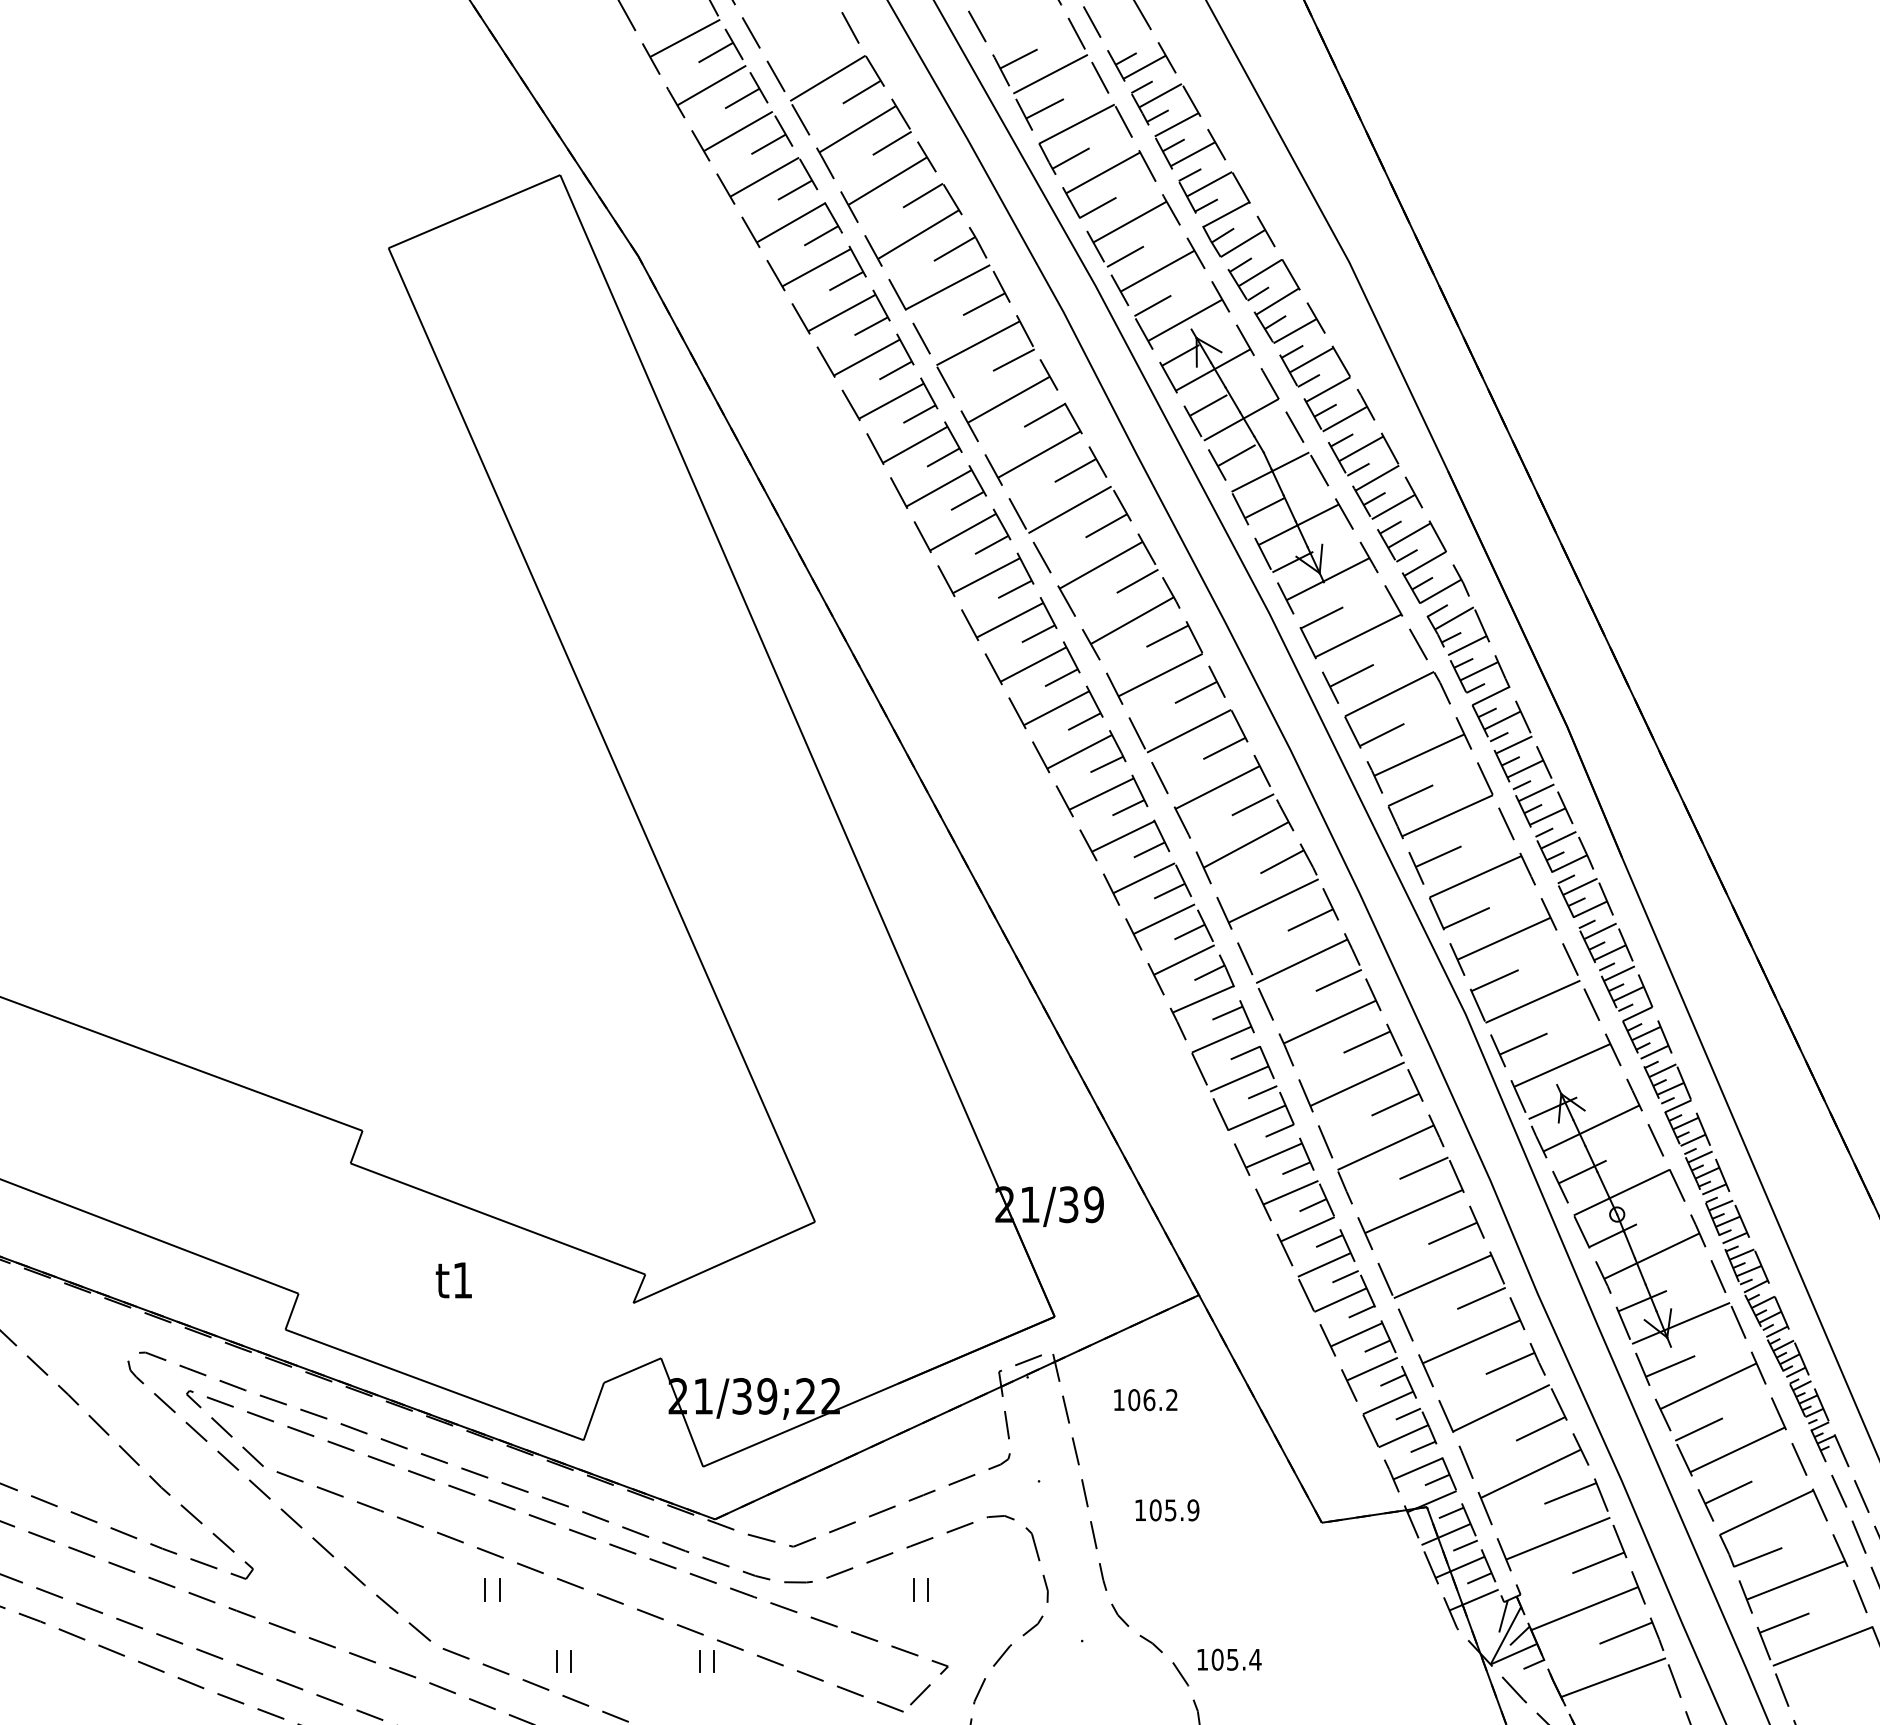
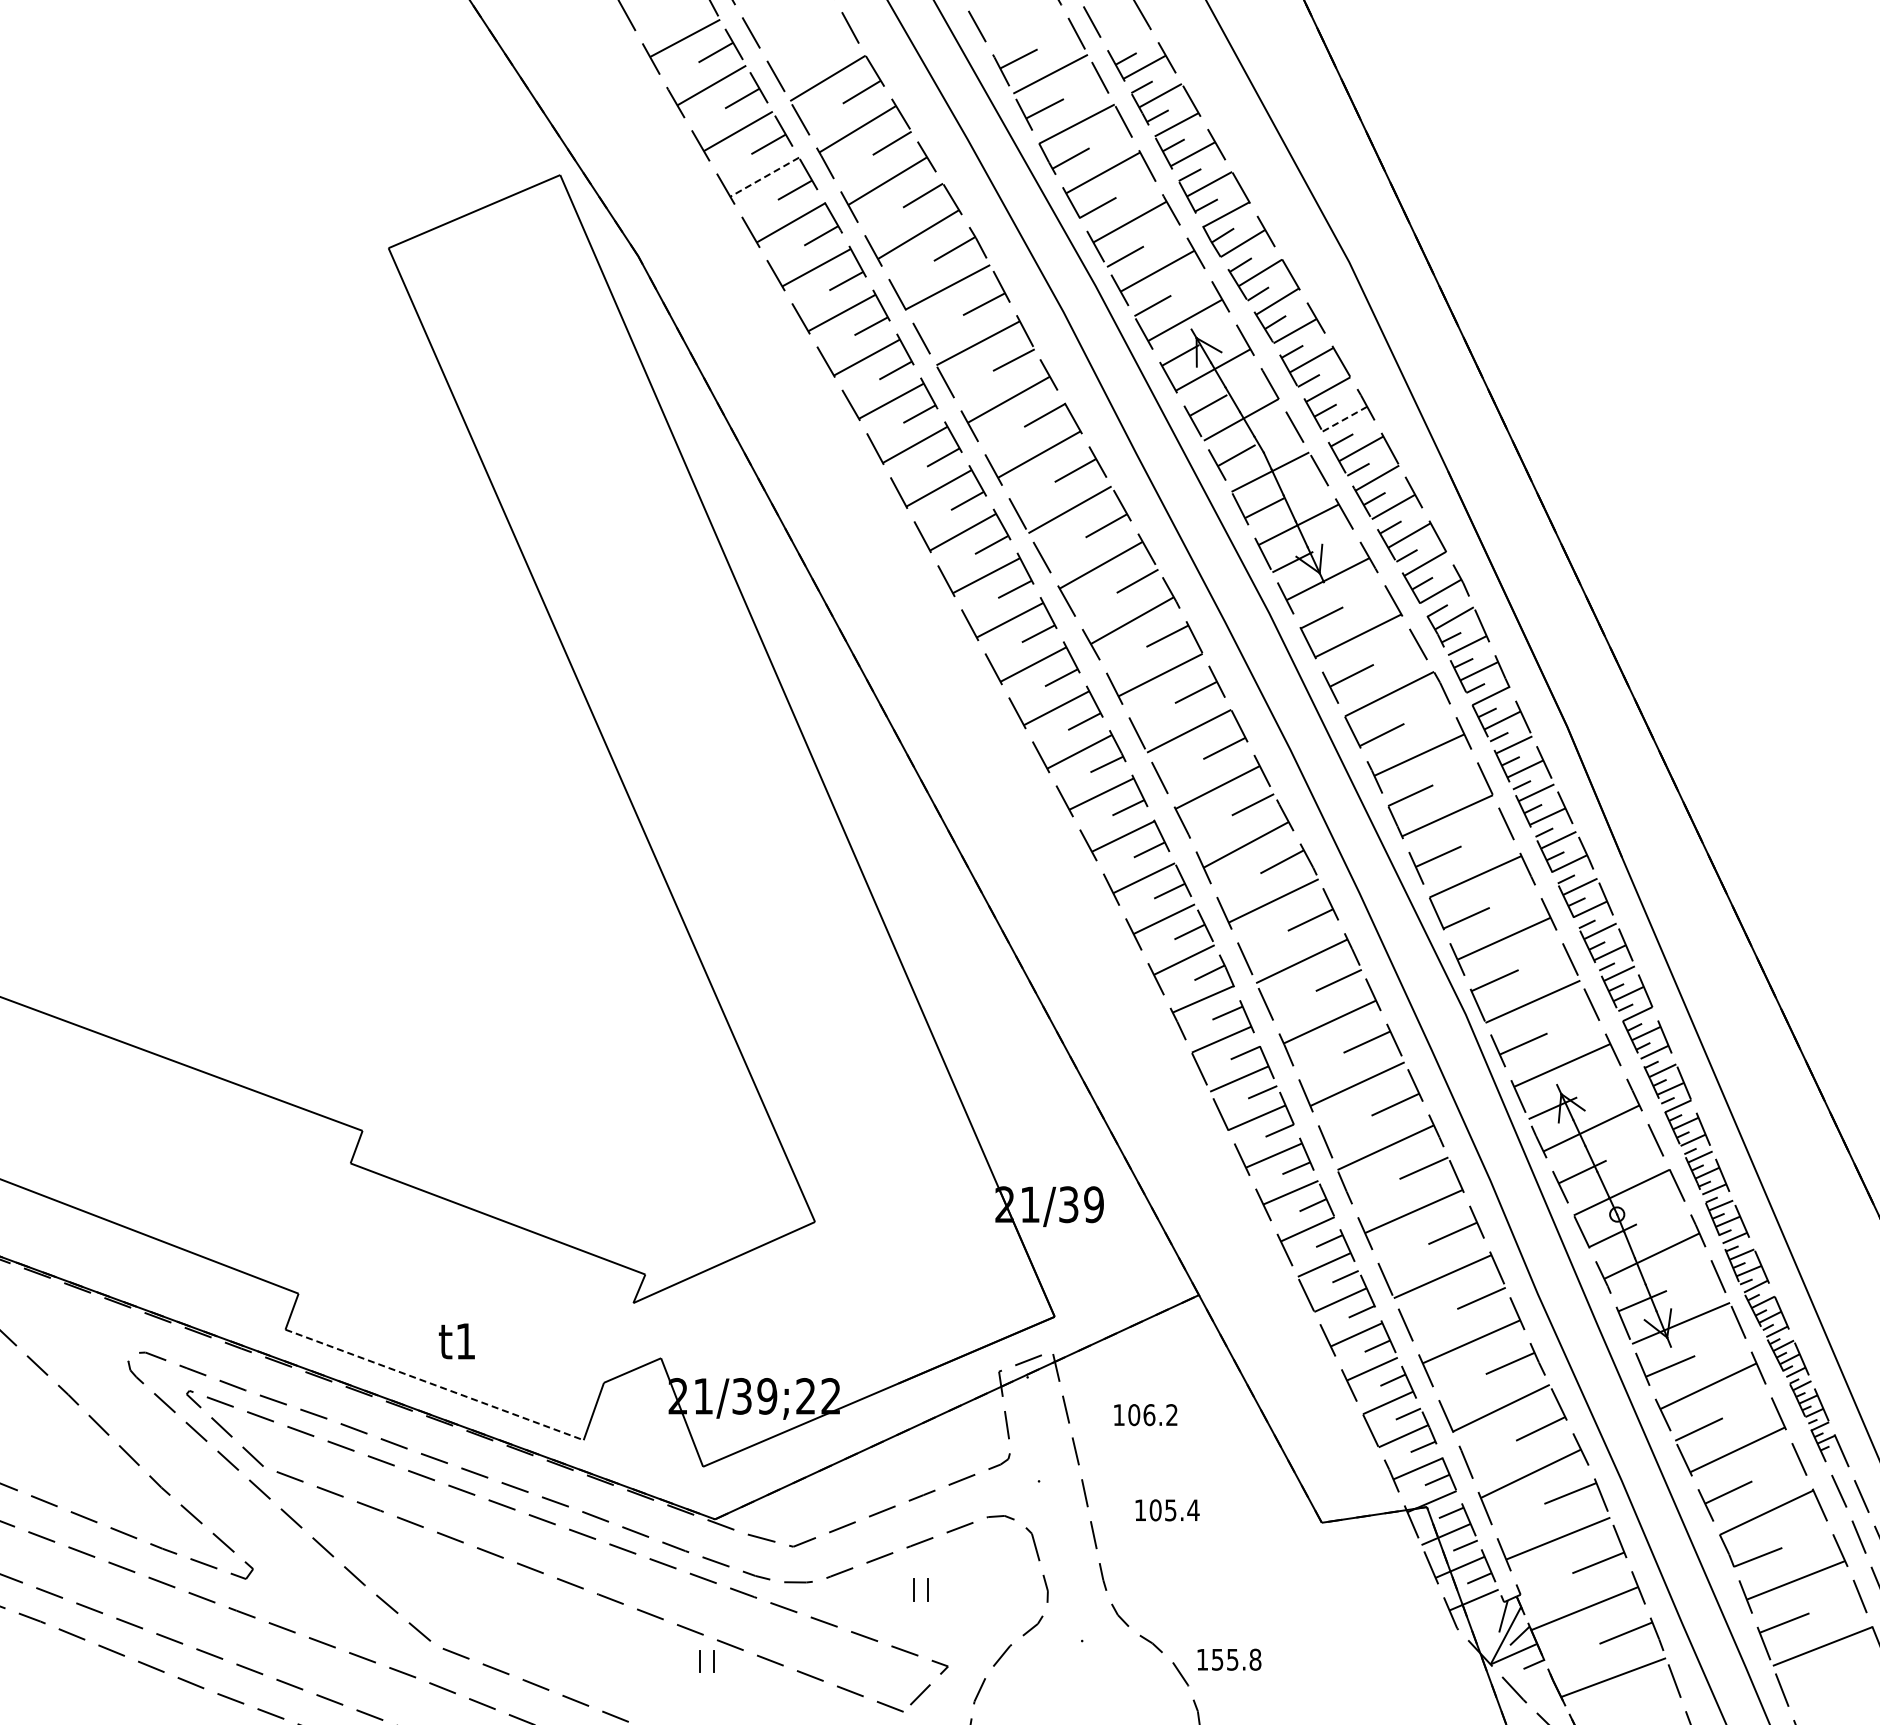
line at (764, 177): solid -> dashed
line at (1344, 419): solid -> dashed
text at (453, 1280) position: (453, 1280) -> (456, 1341)
line at (435, 1385): solid -> dashed
text at (1145, 1400) position: (1145, 1400) -> (1145, 1415)
text at (1193, 1510): 105.9 -> 105.4
part at (485, 1589): present -> none
text at (1236, 1659): 105.4 -> 155.8
part at (563, 1661): present -> none
